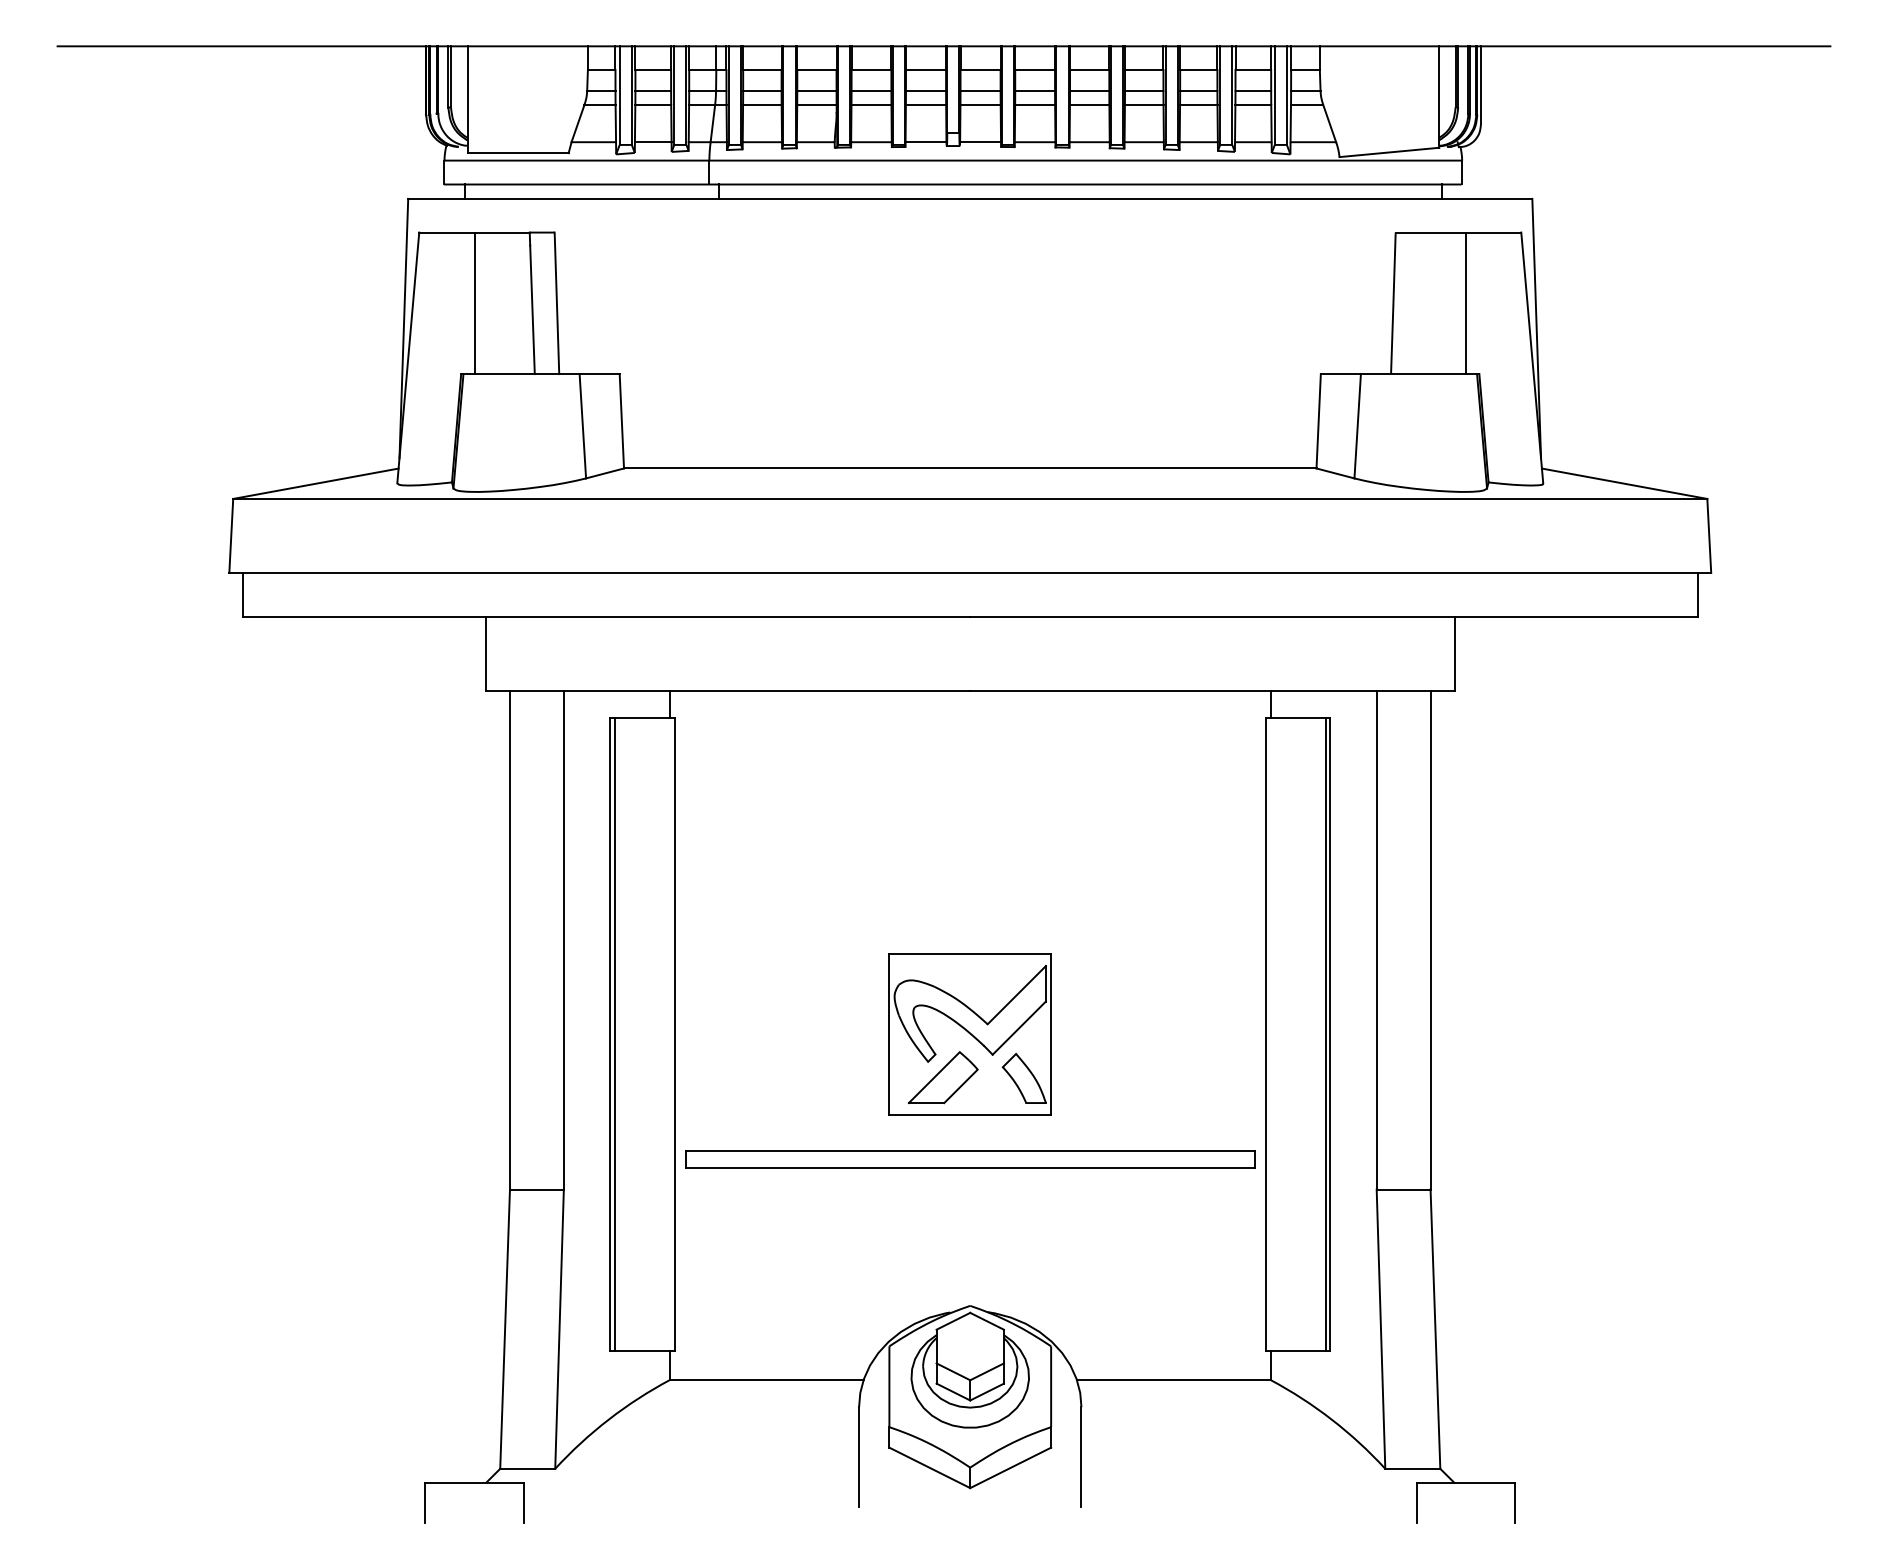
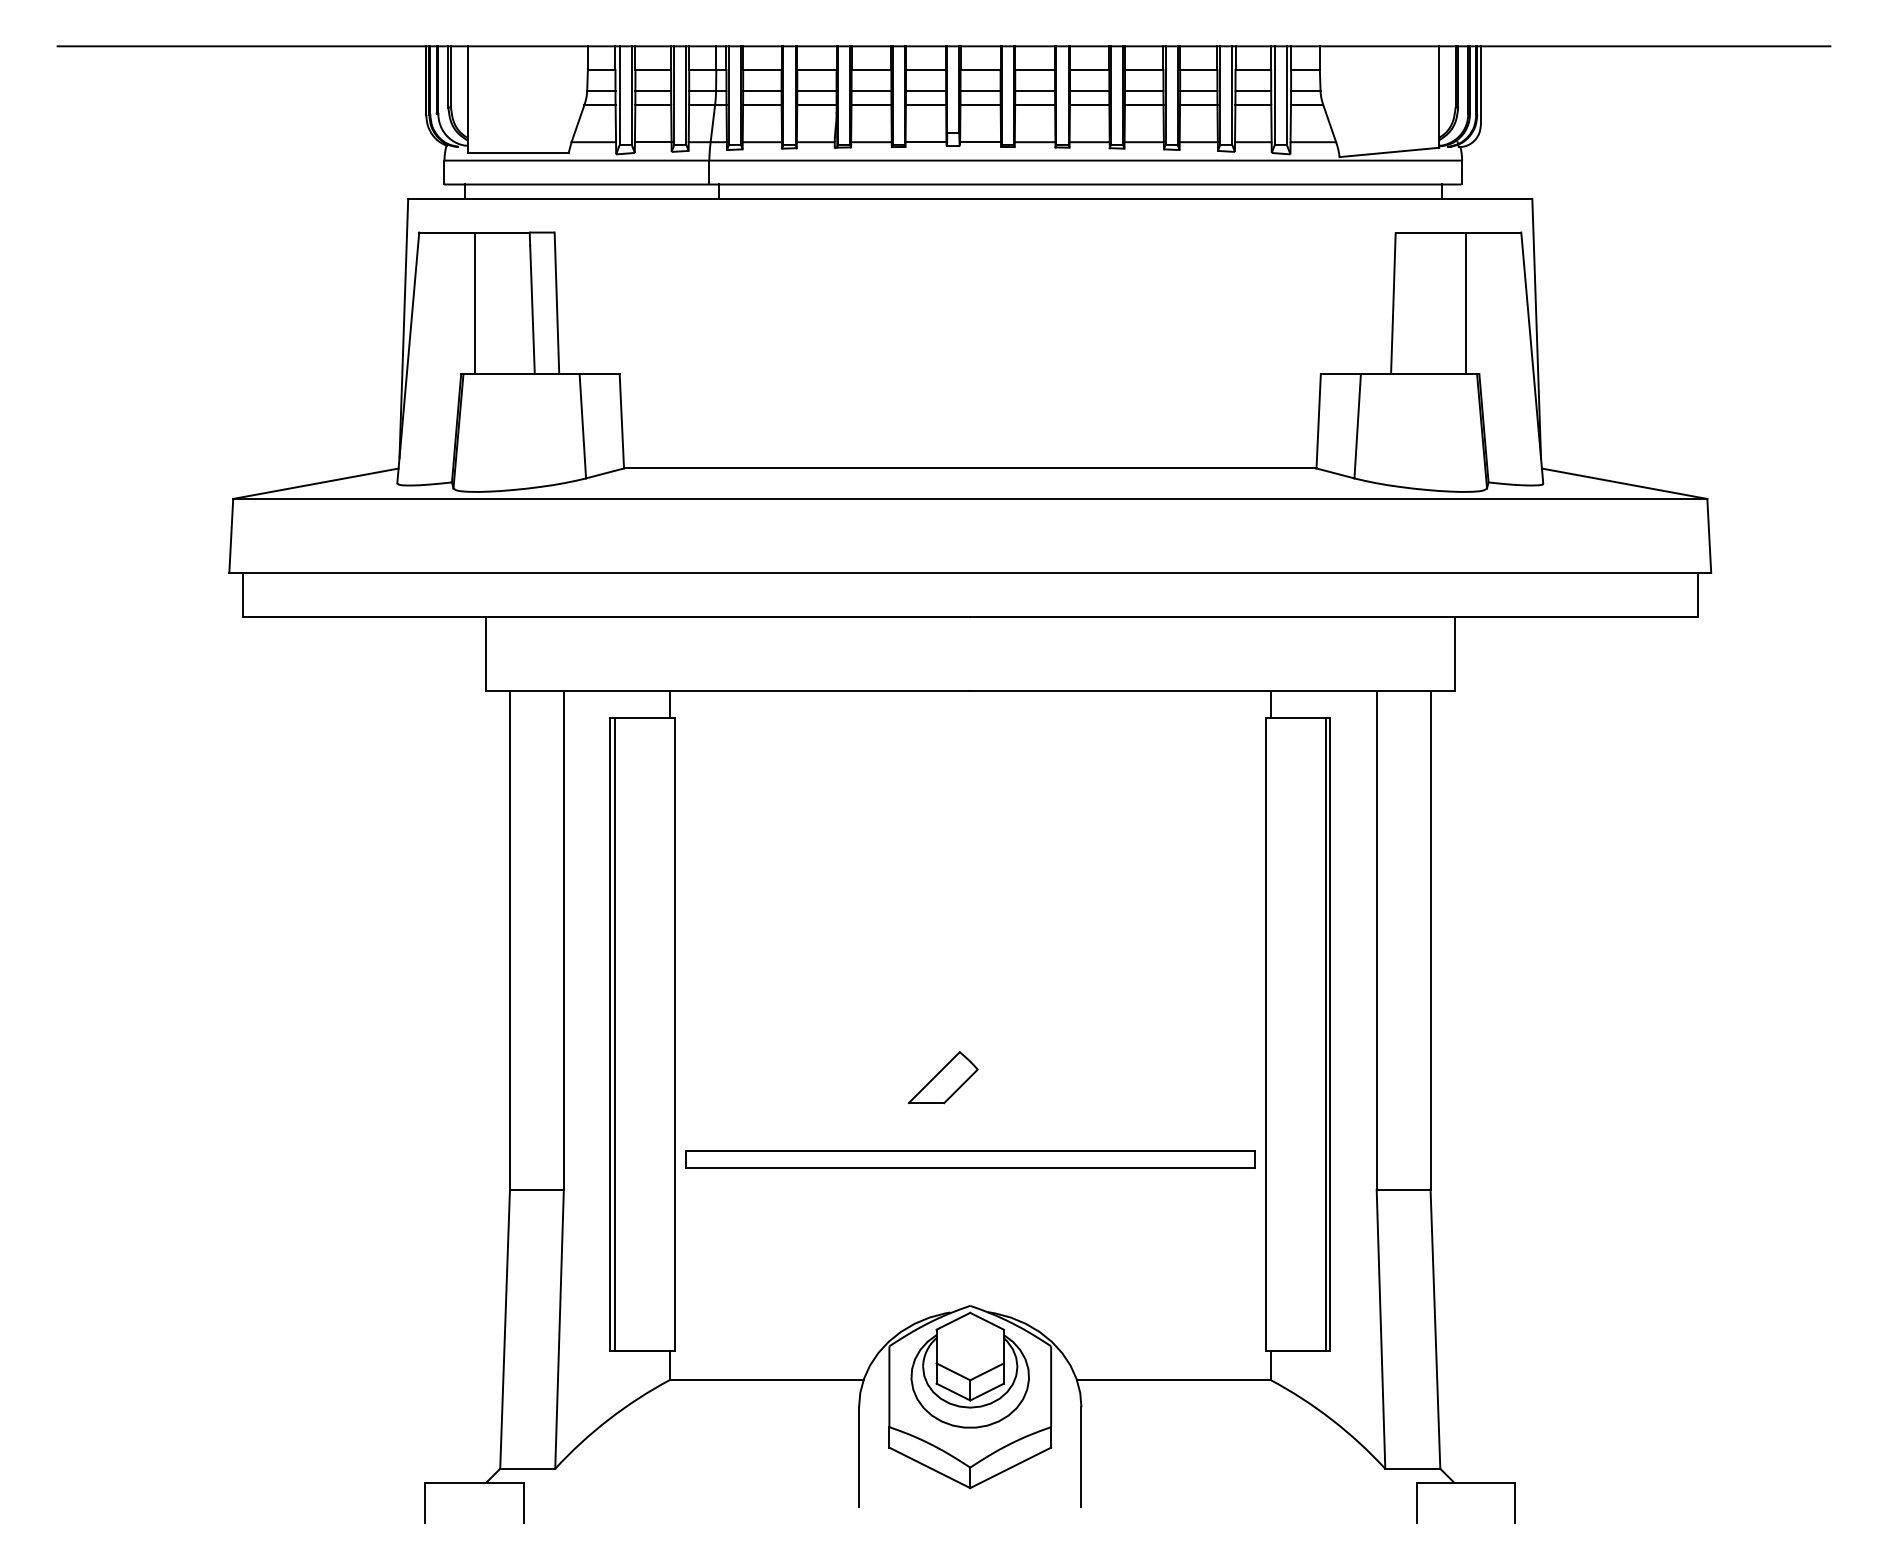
part at (969, 1034): present -> none
